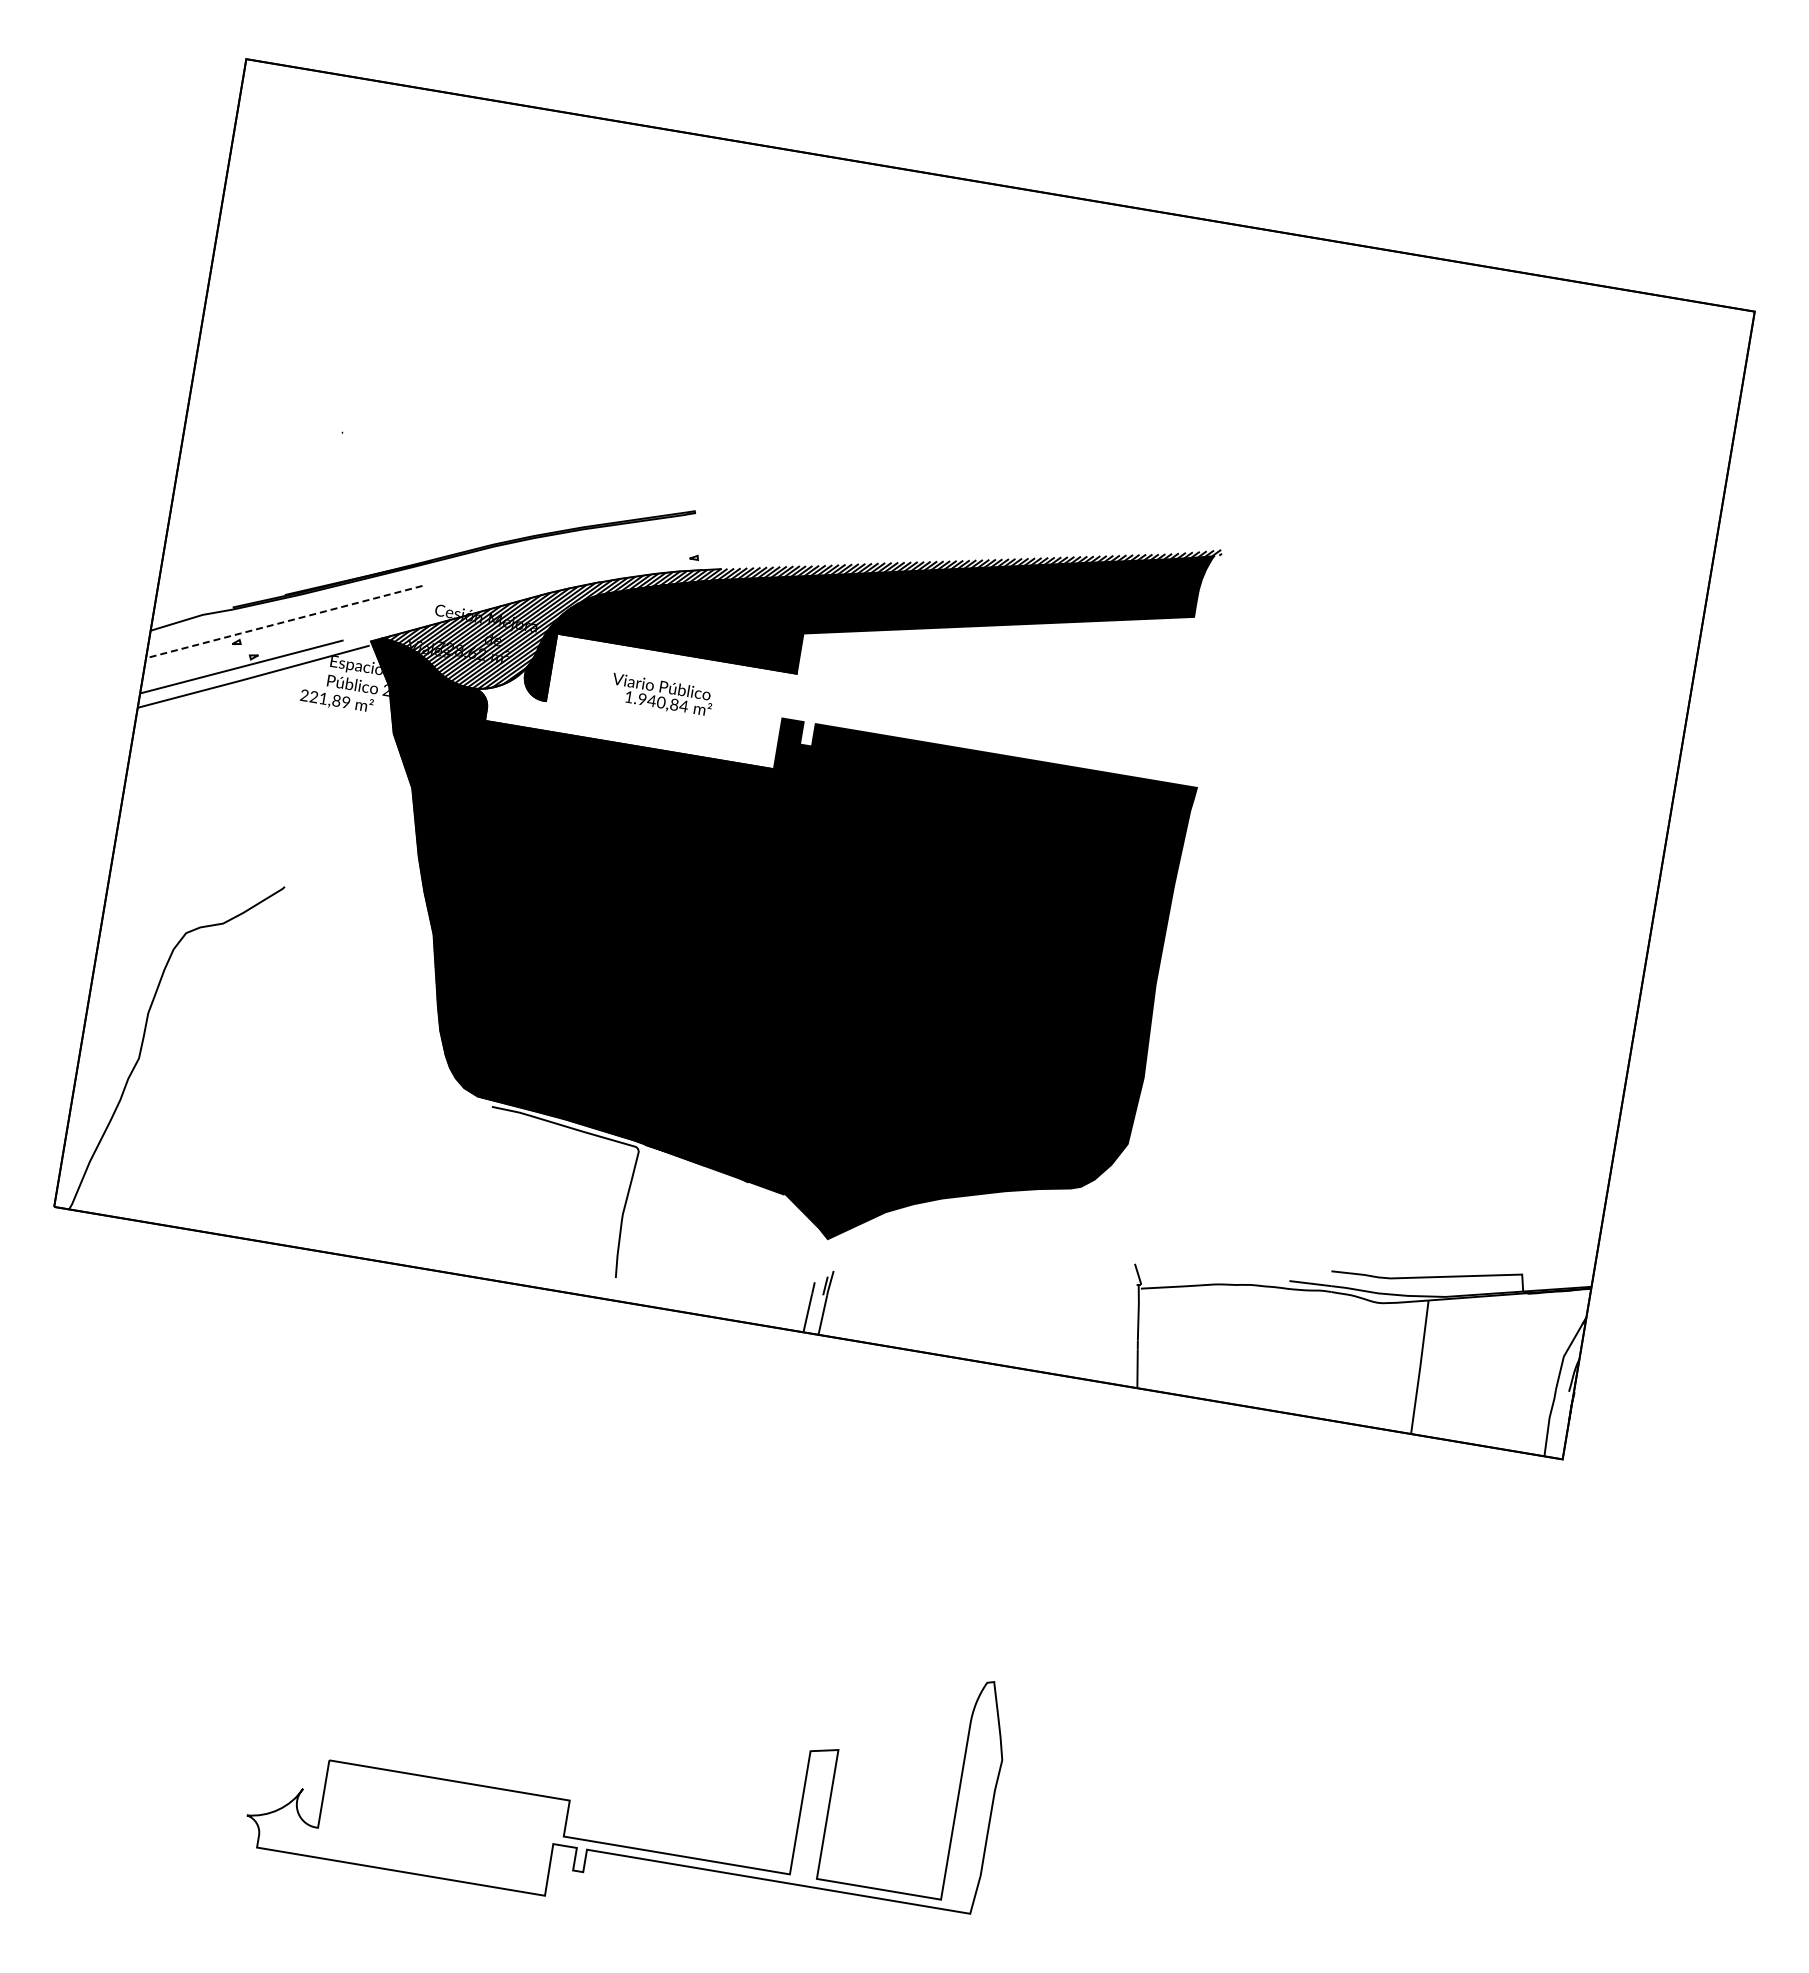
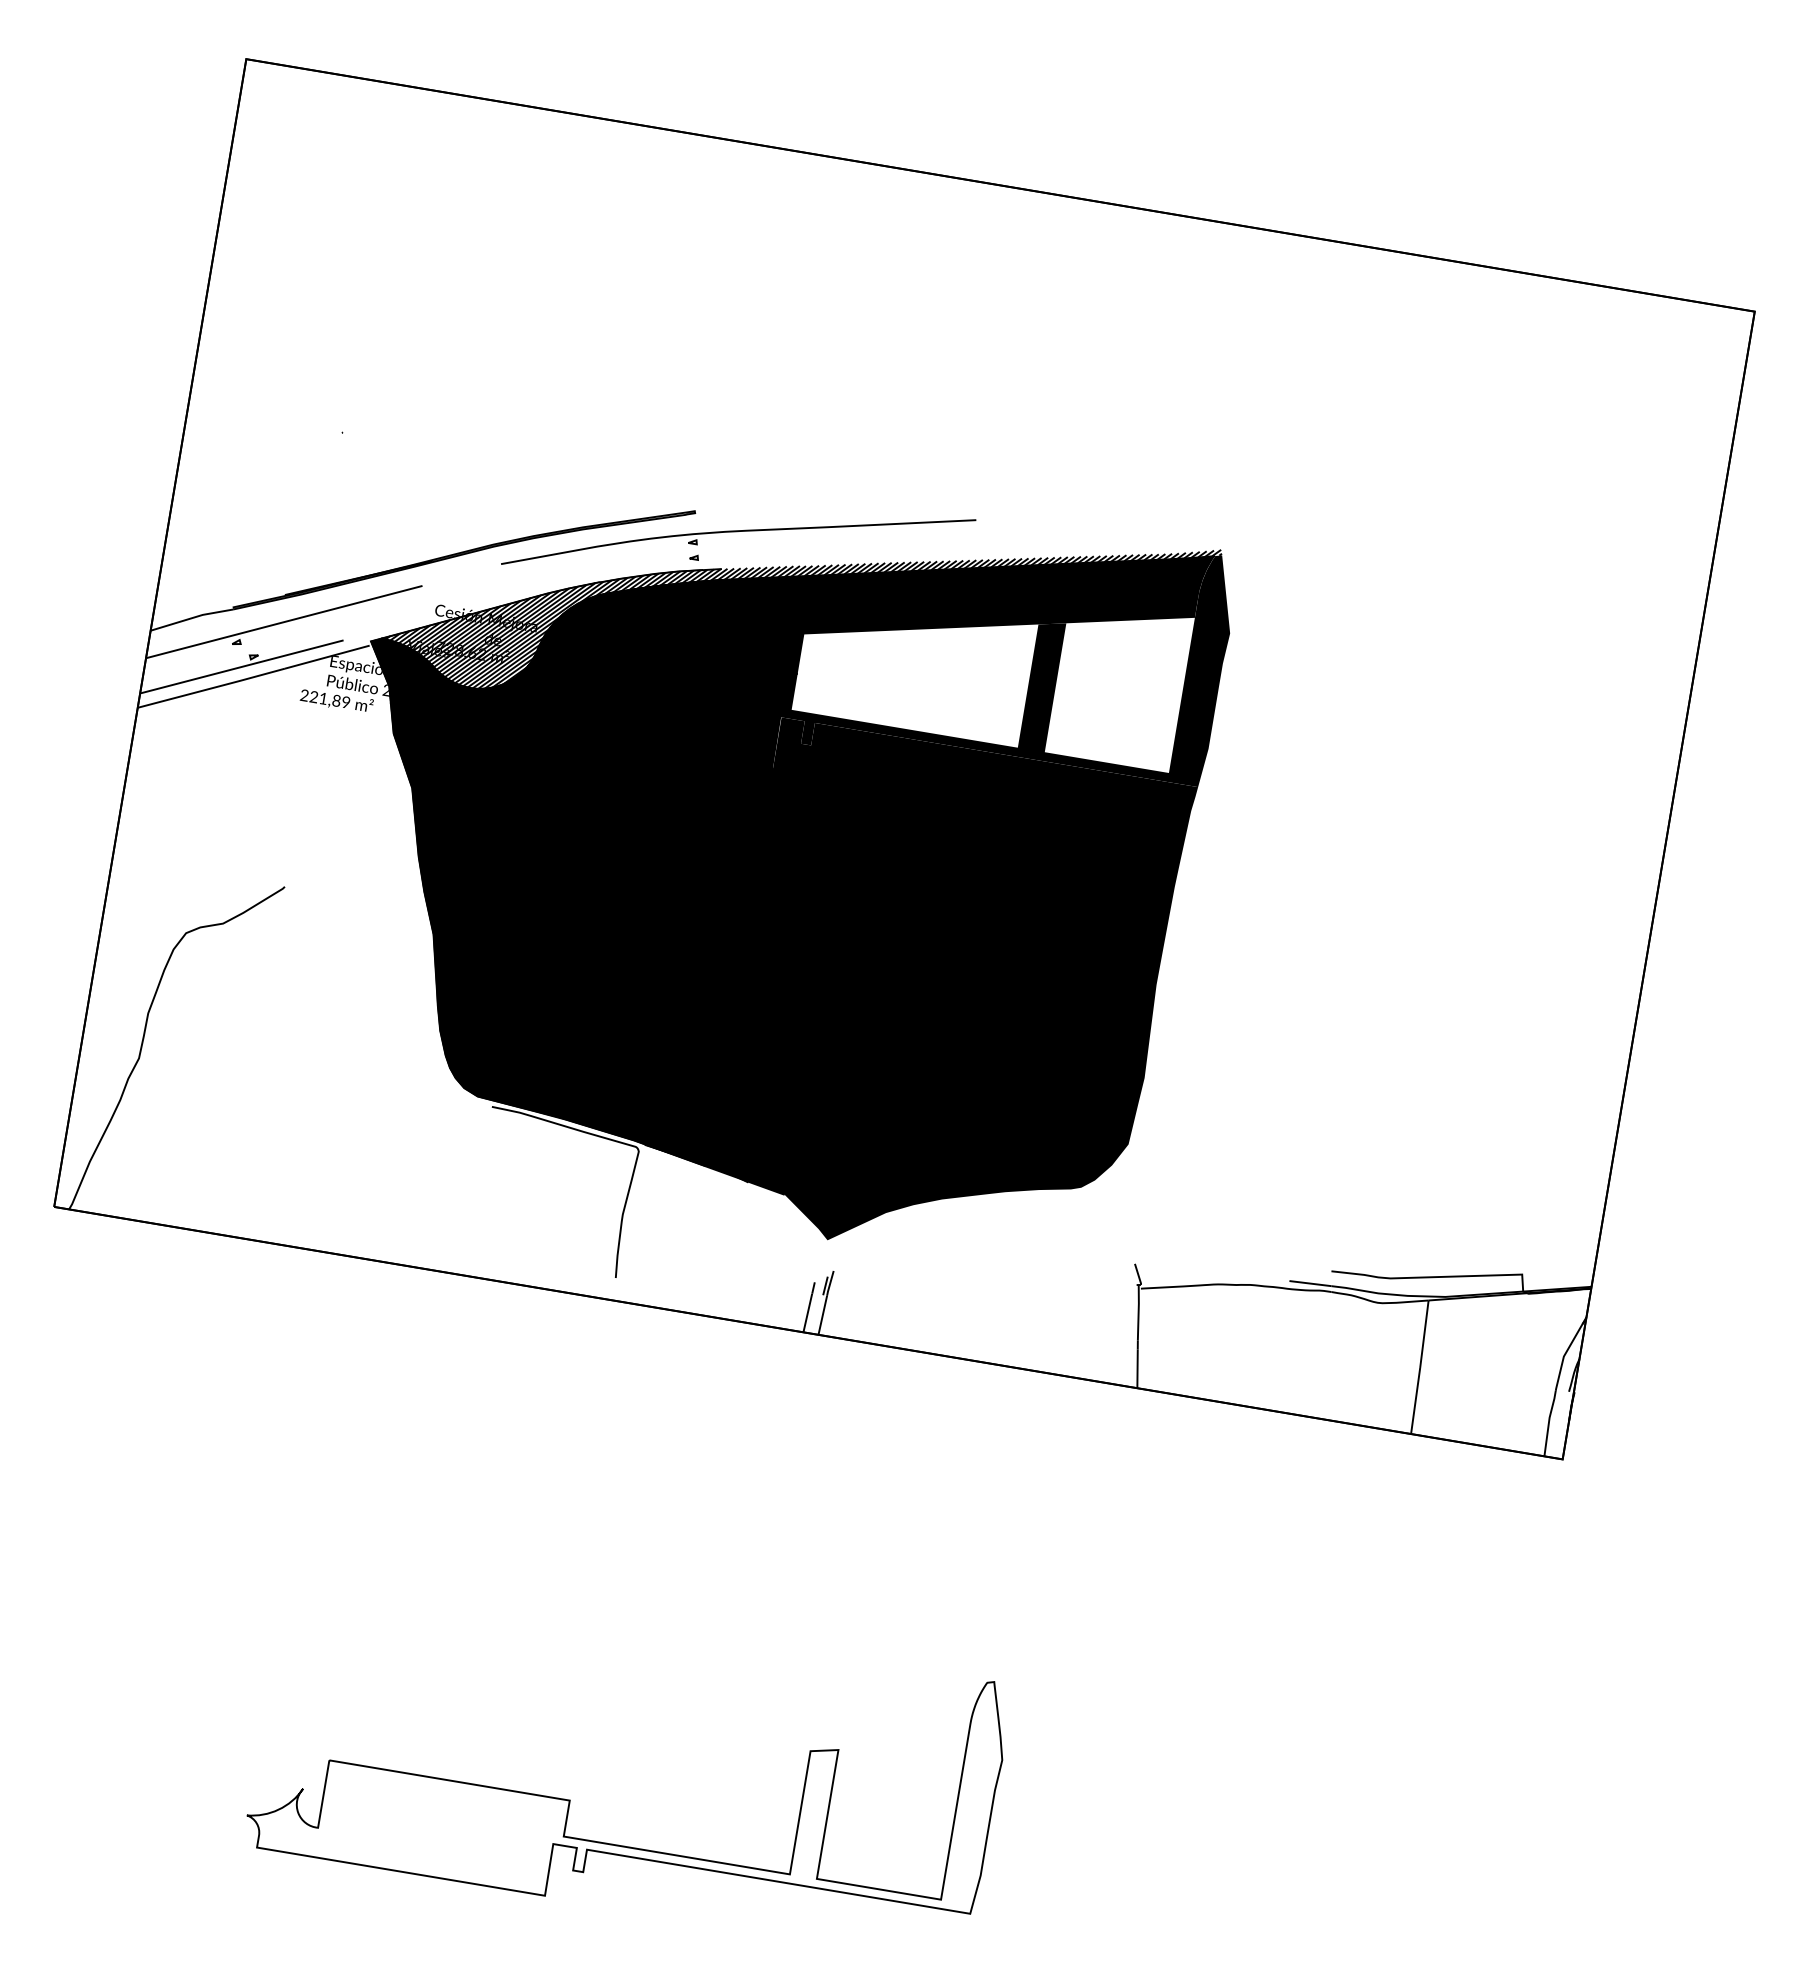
part at (737, 532): none -> present
line at (284, 622): dashed -> solid
fill at (852, 671): none -> present
